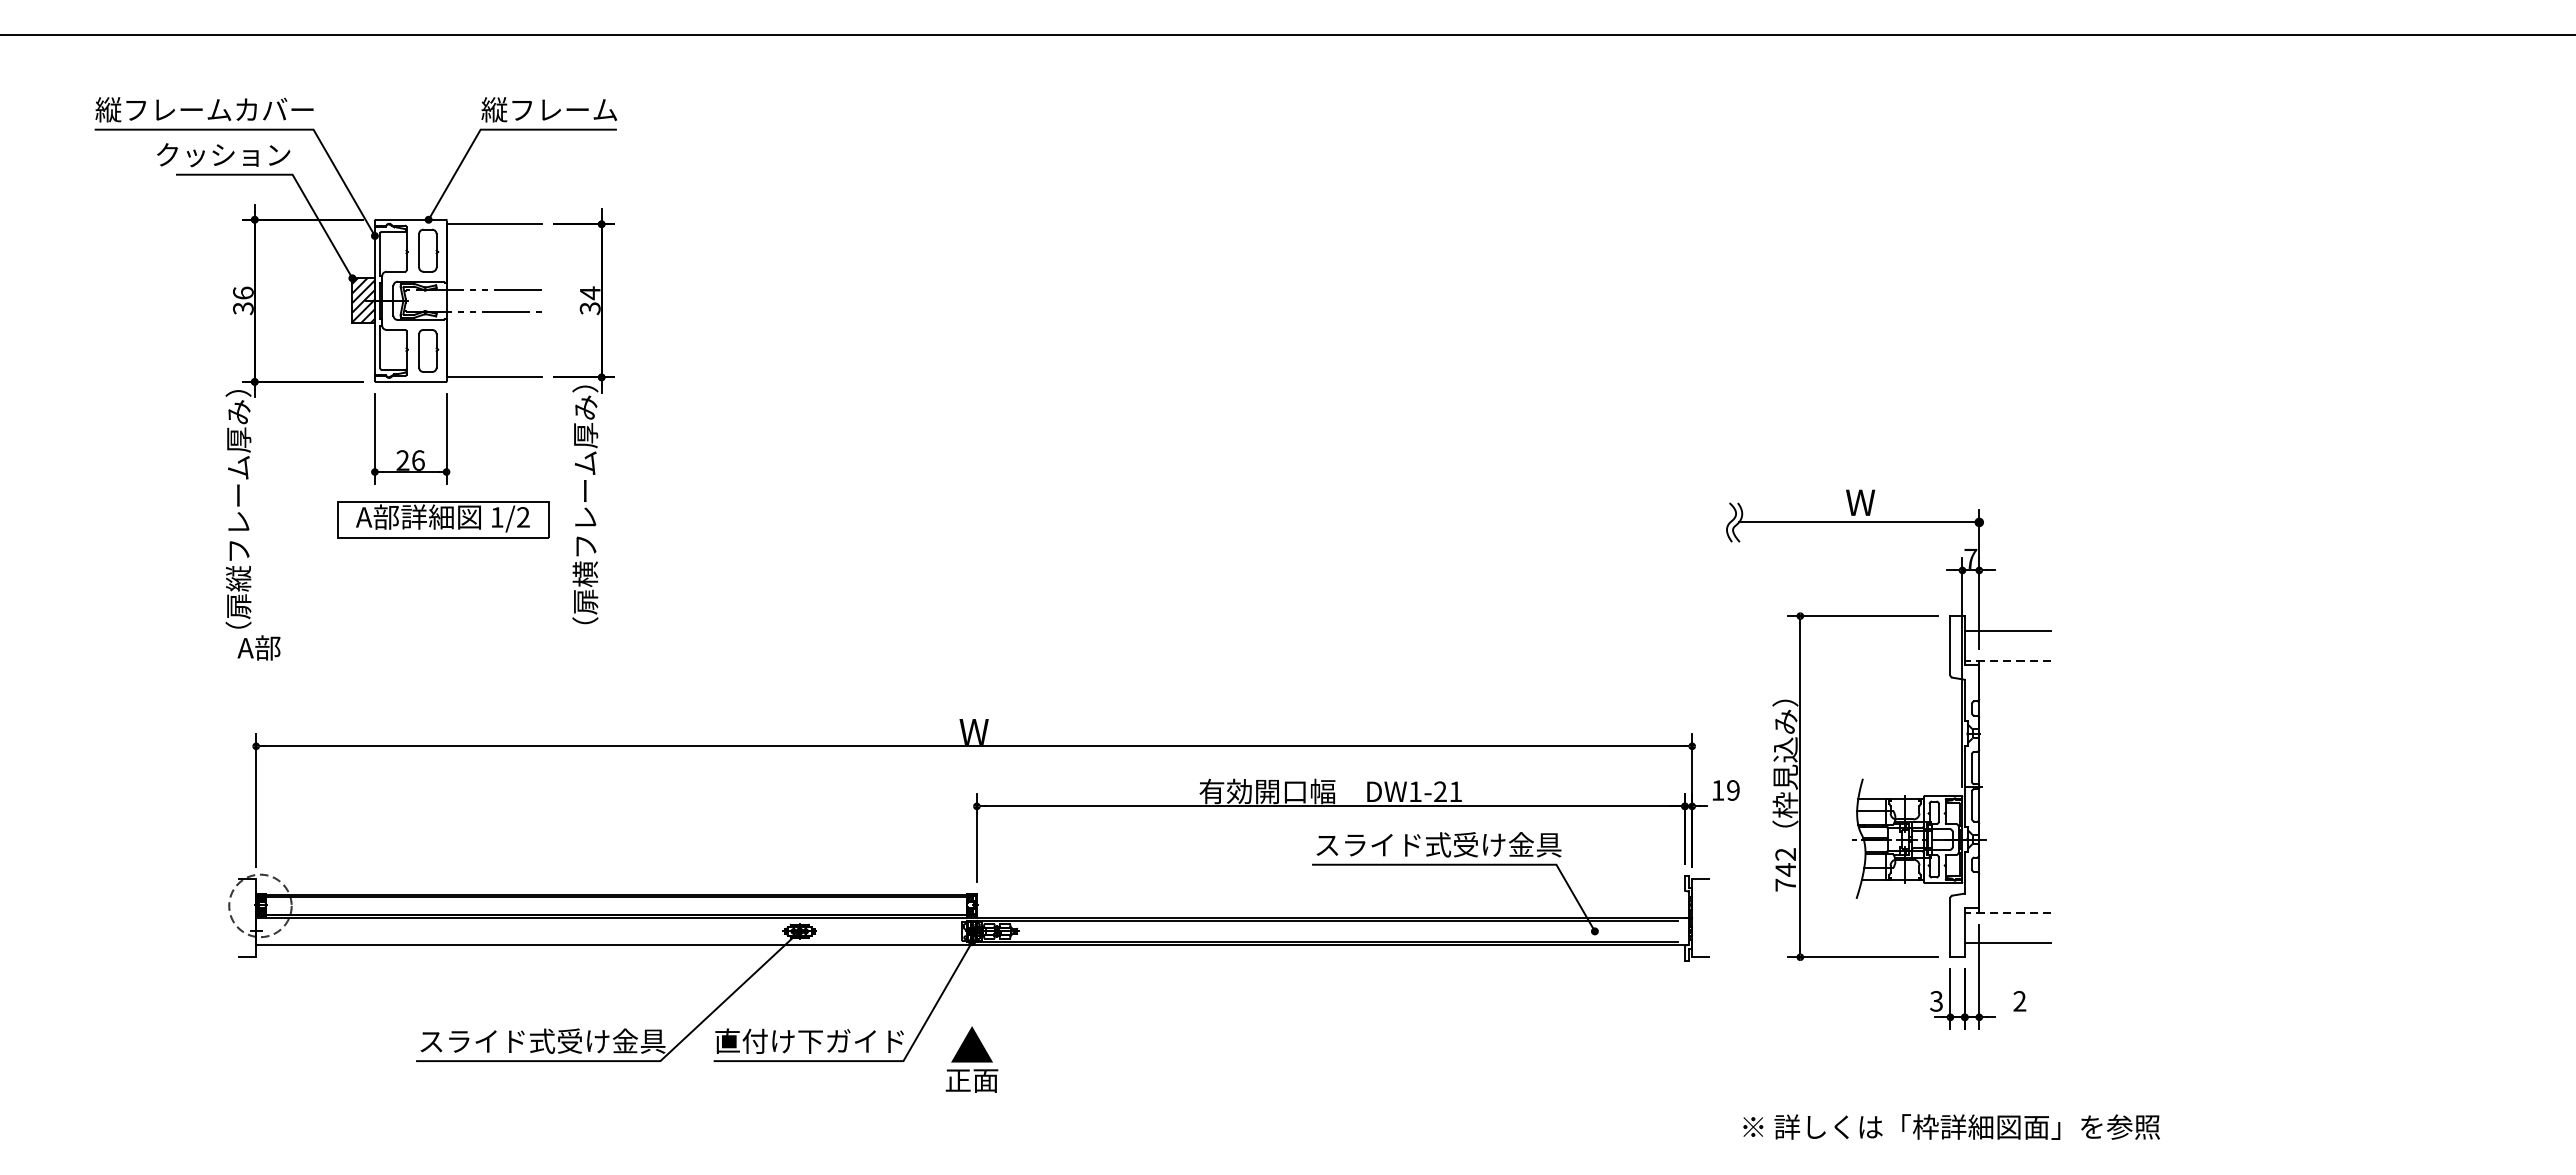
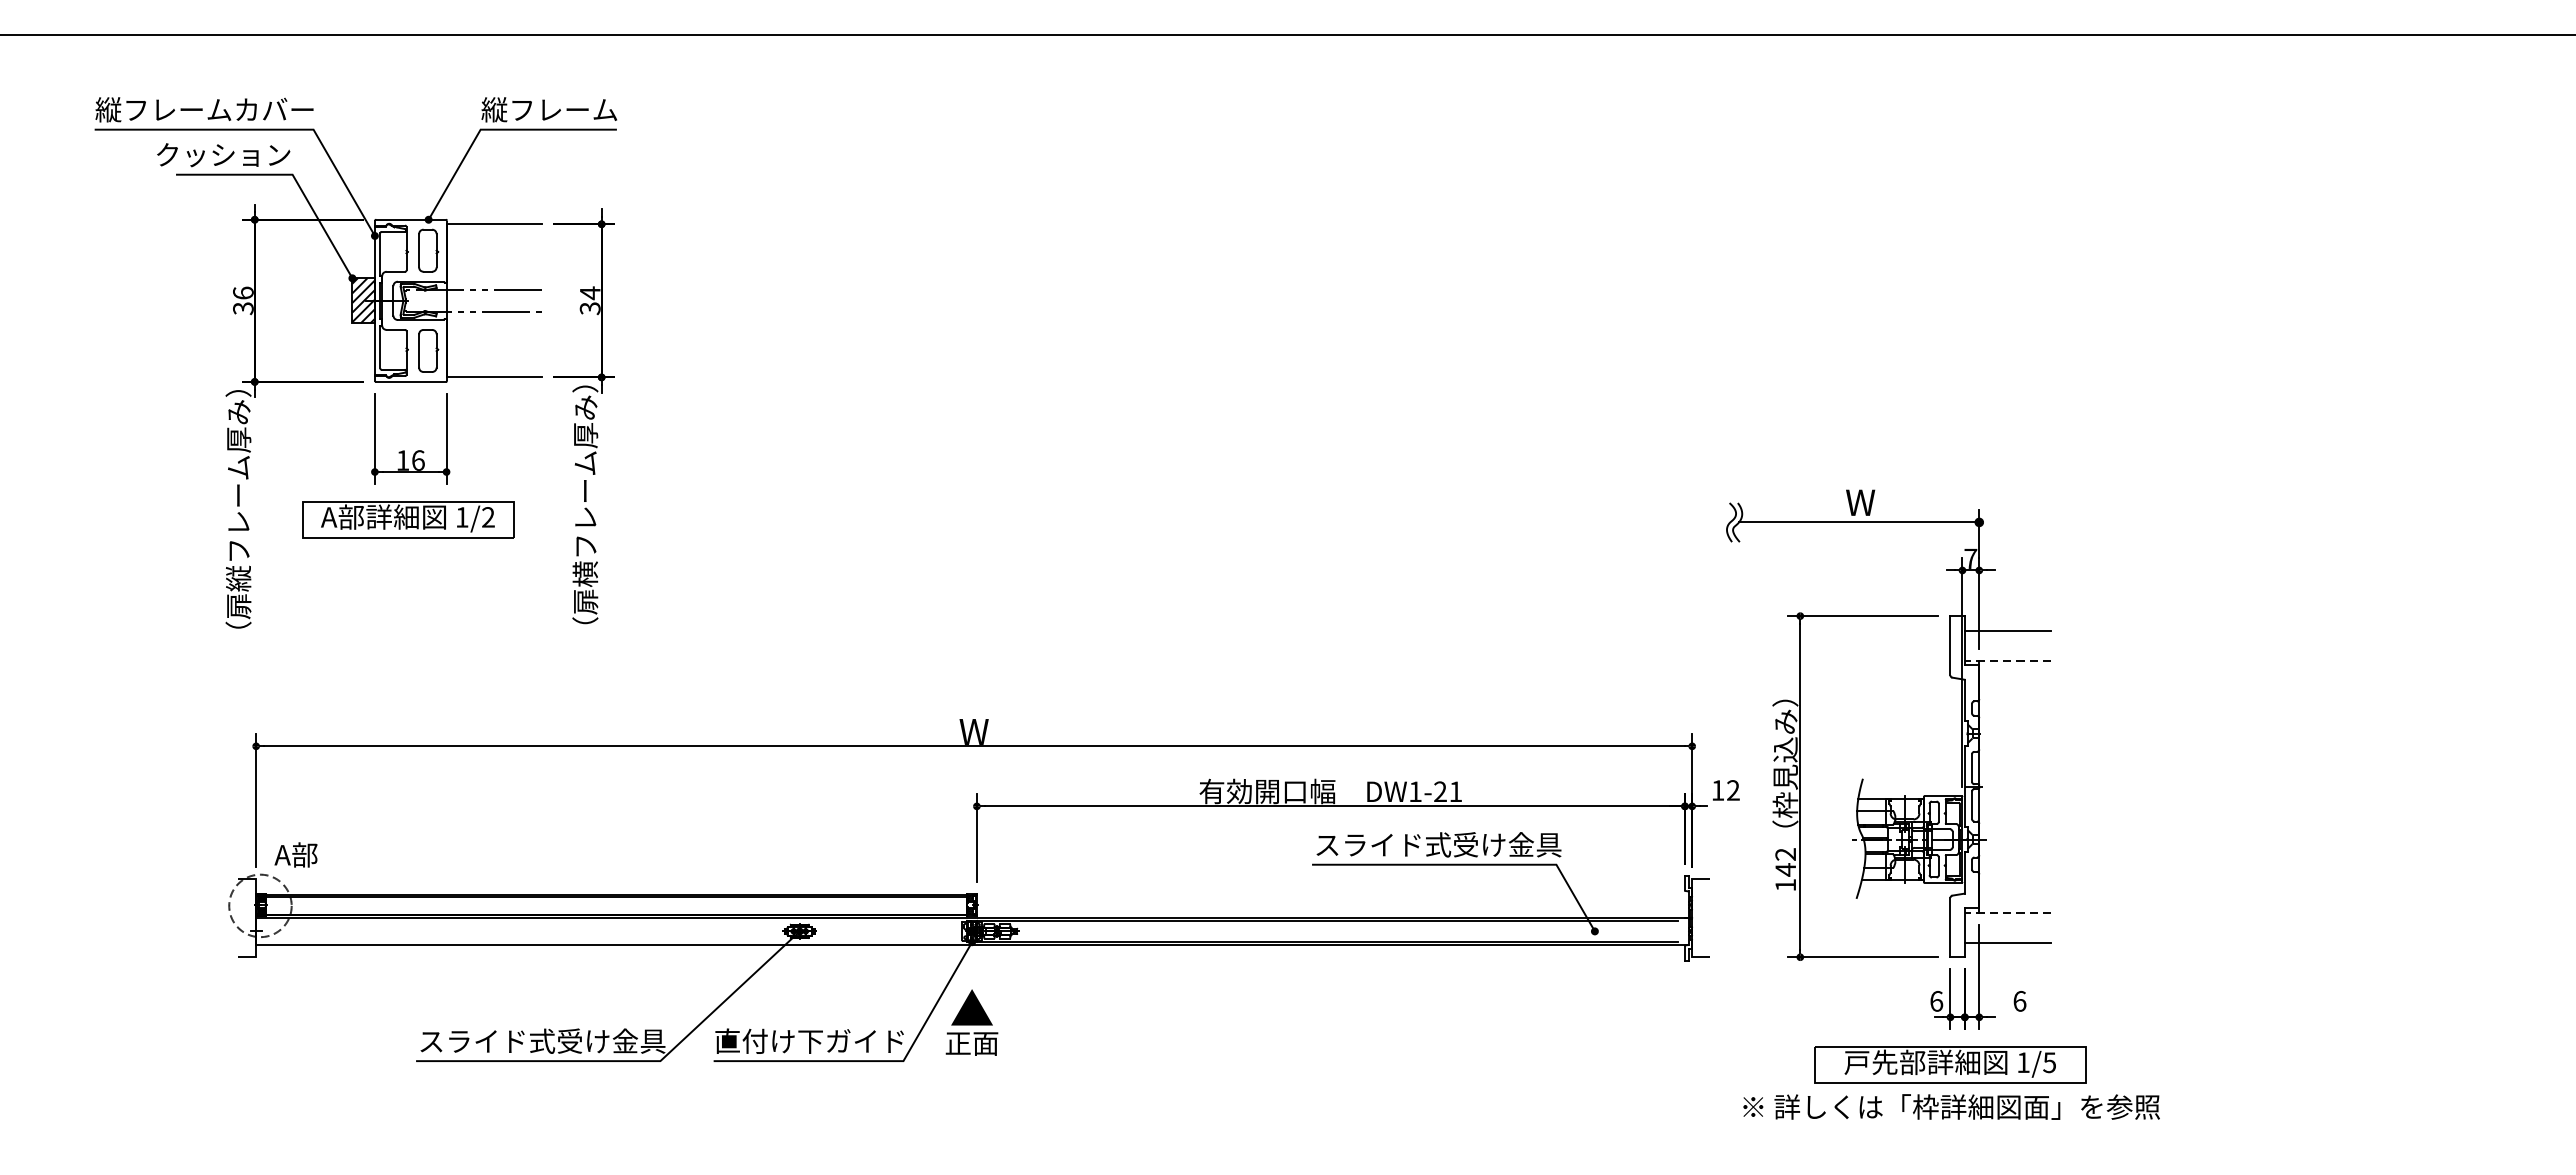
text at (402, 460): 26 -> 16
part at (443, 519) position: (443, 519) -> (408, 519)
text at (258, 647) position: (258, 647) -> (295, 854)
text at (1733, 790): 19 -> 12
text at (1785, 884): 742 -> 142
text at (2019, 1000): 2 -> 6
text at (1936, 1001): 3 -> 6
text at (971, 1059) position: (971, 1059) -> (971, 1022)
part at (1950, 1064): none -> present
text at (1951, 1126) position: (1951, 1126) -> (1951, 1106)
